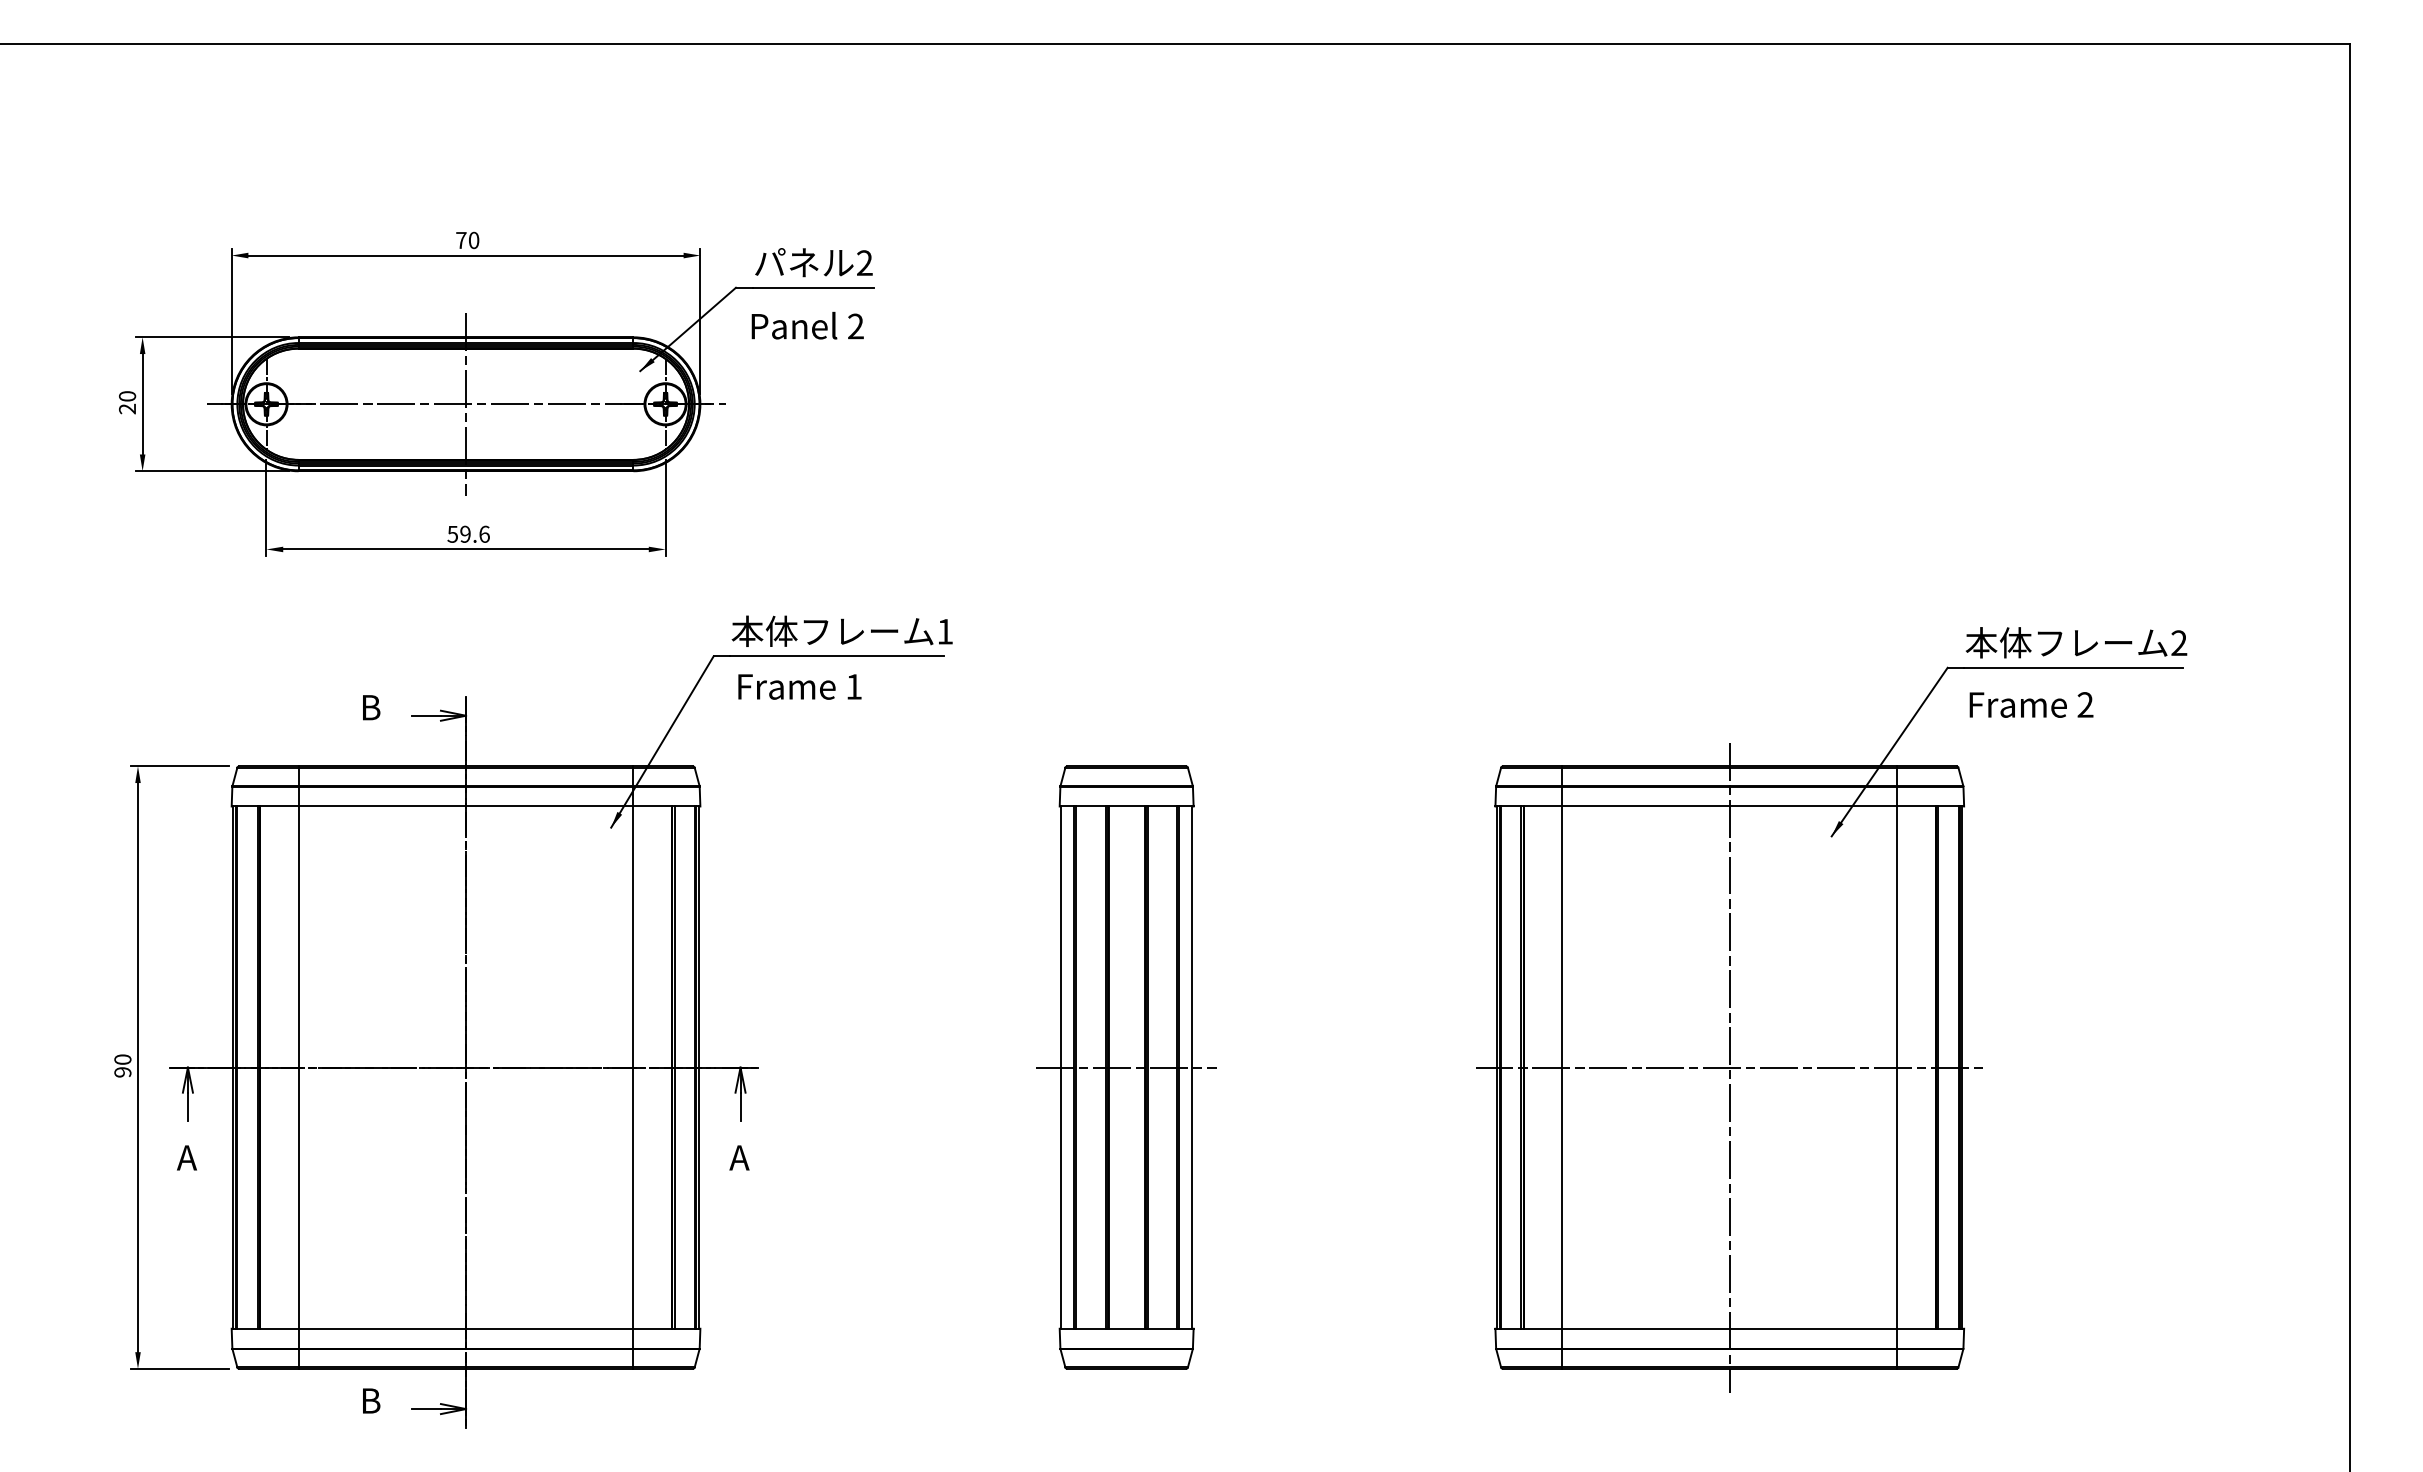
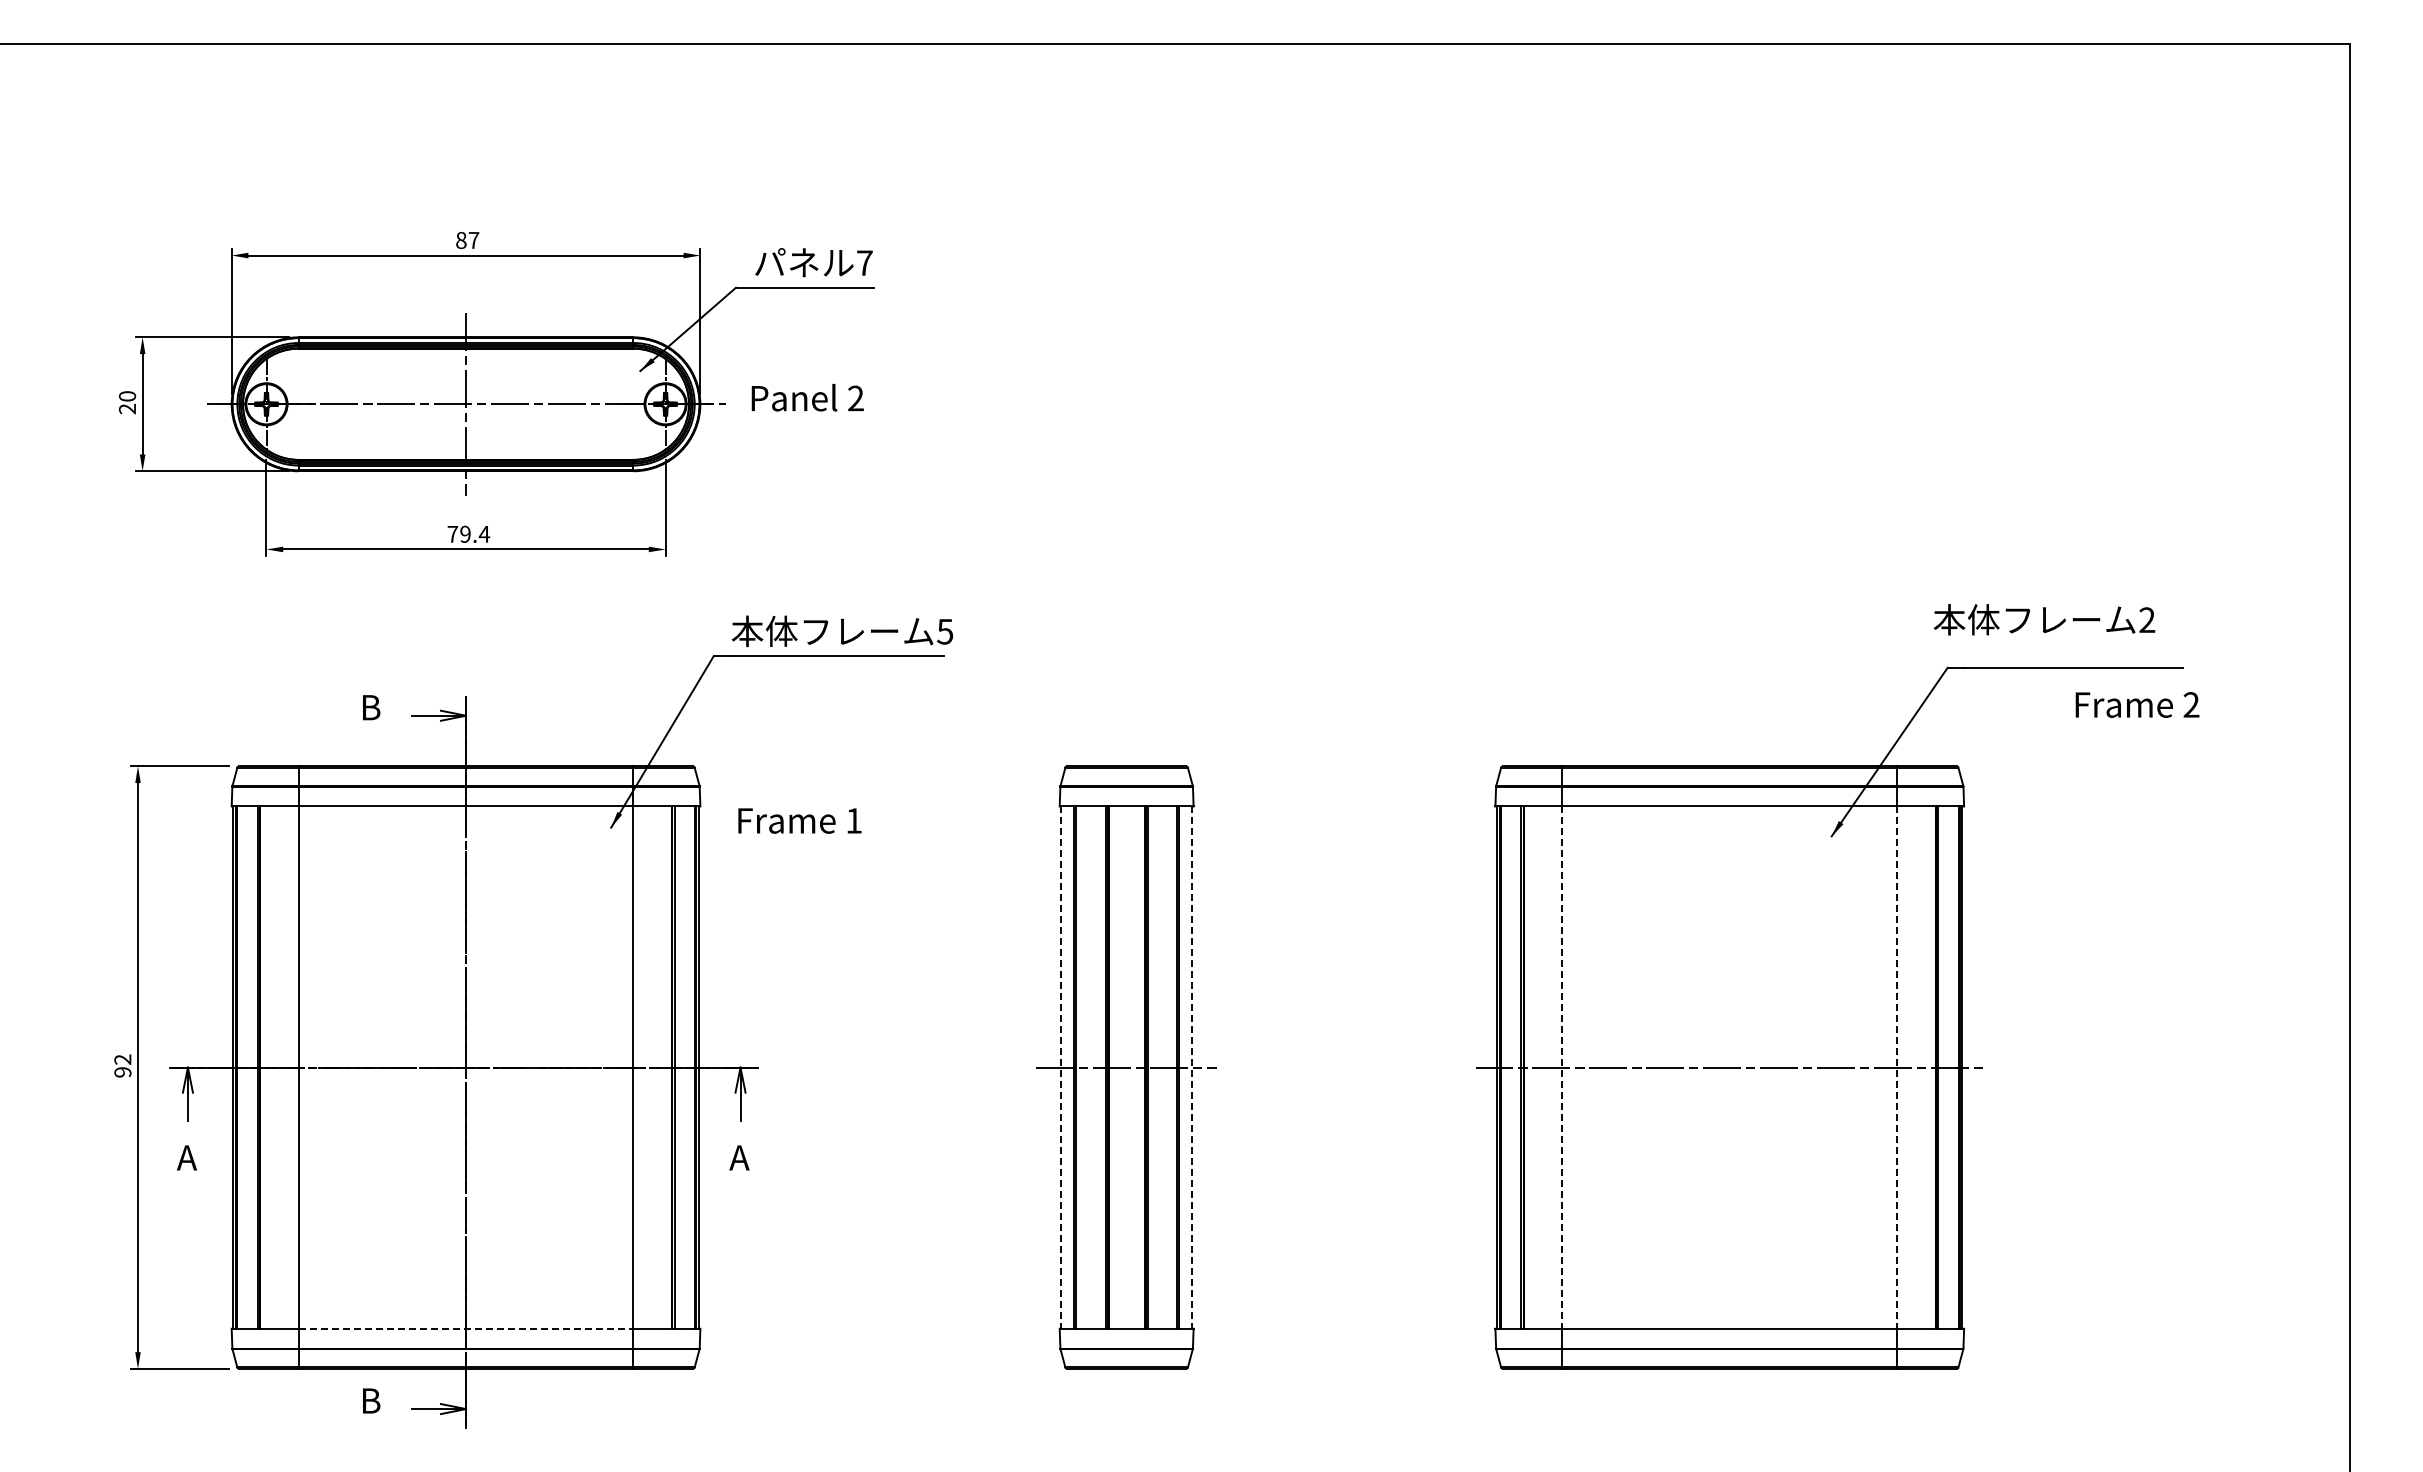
text at (467, 240): 70 -> 87
text at (864, 262): 2 -> 7
text at (807, 325) position: (807, 325) -> (807, 397)
text at (468, 533): 59.6 -> 79.4
text at (945, 631): 1 -> 5
text at (2076, 642) position: (2076, 642) -> (2044, 619)
text at (799, 686) position: (799, 686) -> (799, 820)
text at (2031, 704) position: (2031, 704) -> (2137, 704)
text at (122, 1059): 90 -> 92
line at (1729, 1067): present -> none
line at (1061, 1068): solid -> dashed
line at (1191, 1068): solid -> dashed
line at (1562, 1068): solid -> dashed
line at (1897, 1068): solid -> dashed
line at (466, 1328): solid -> dashed
